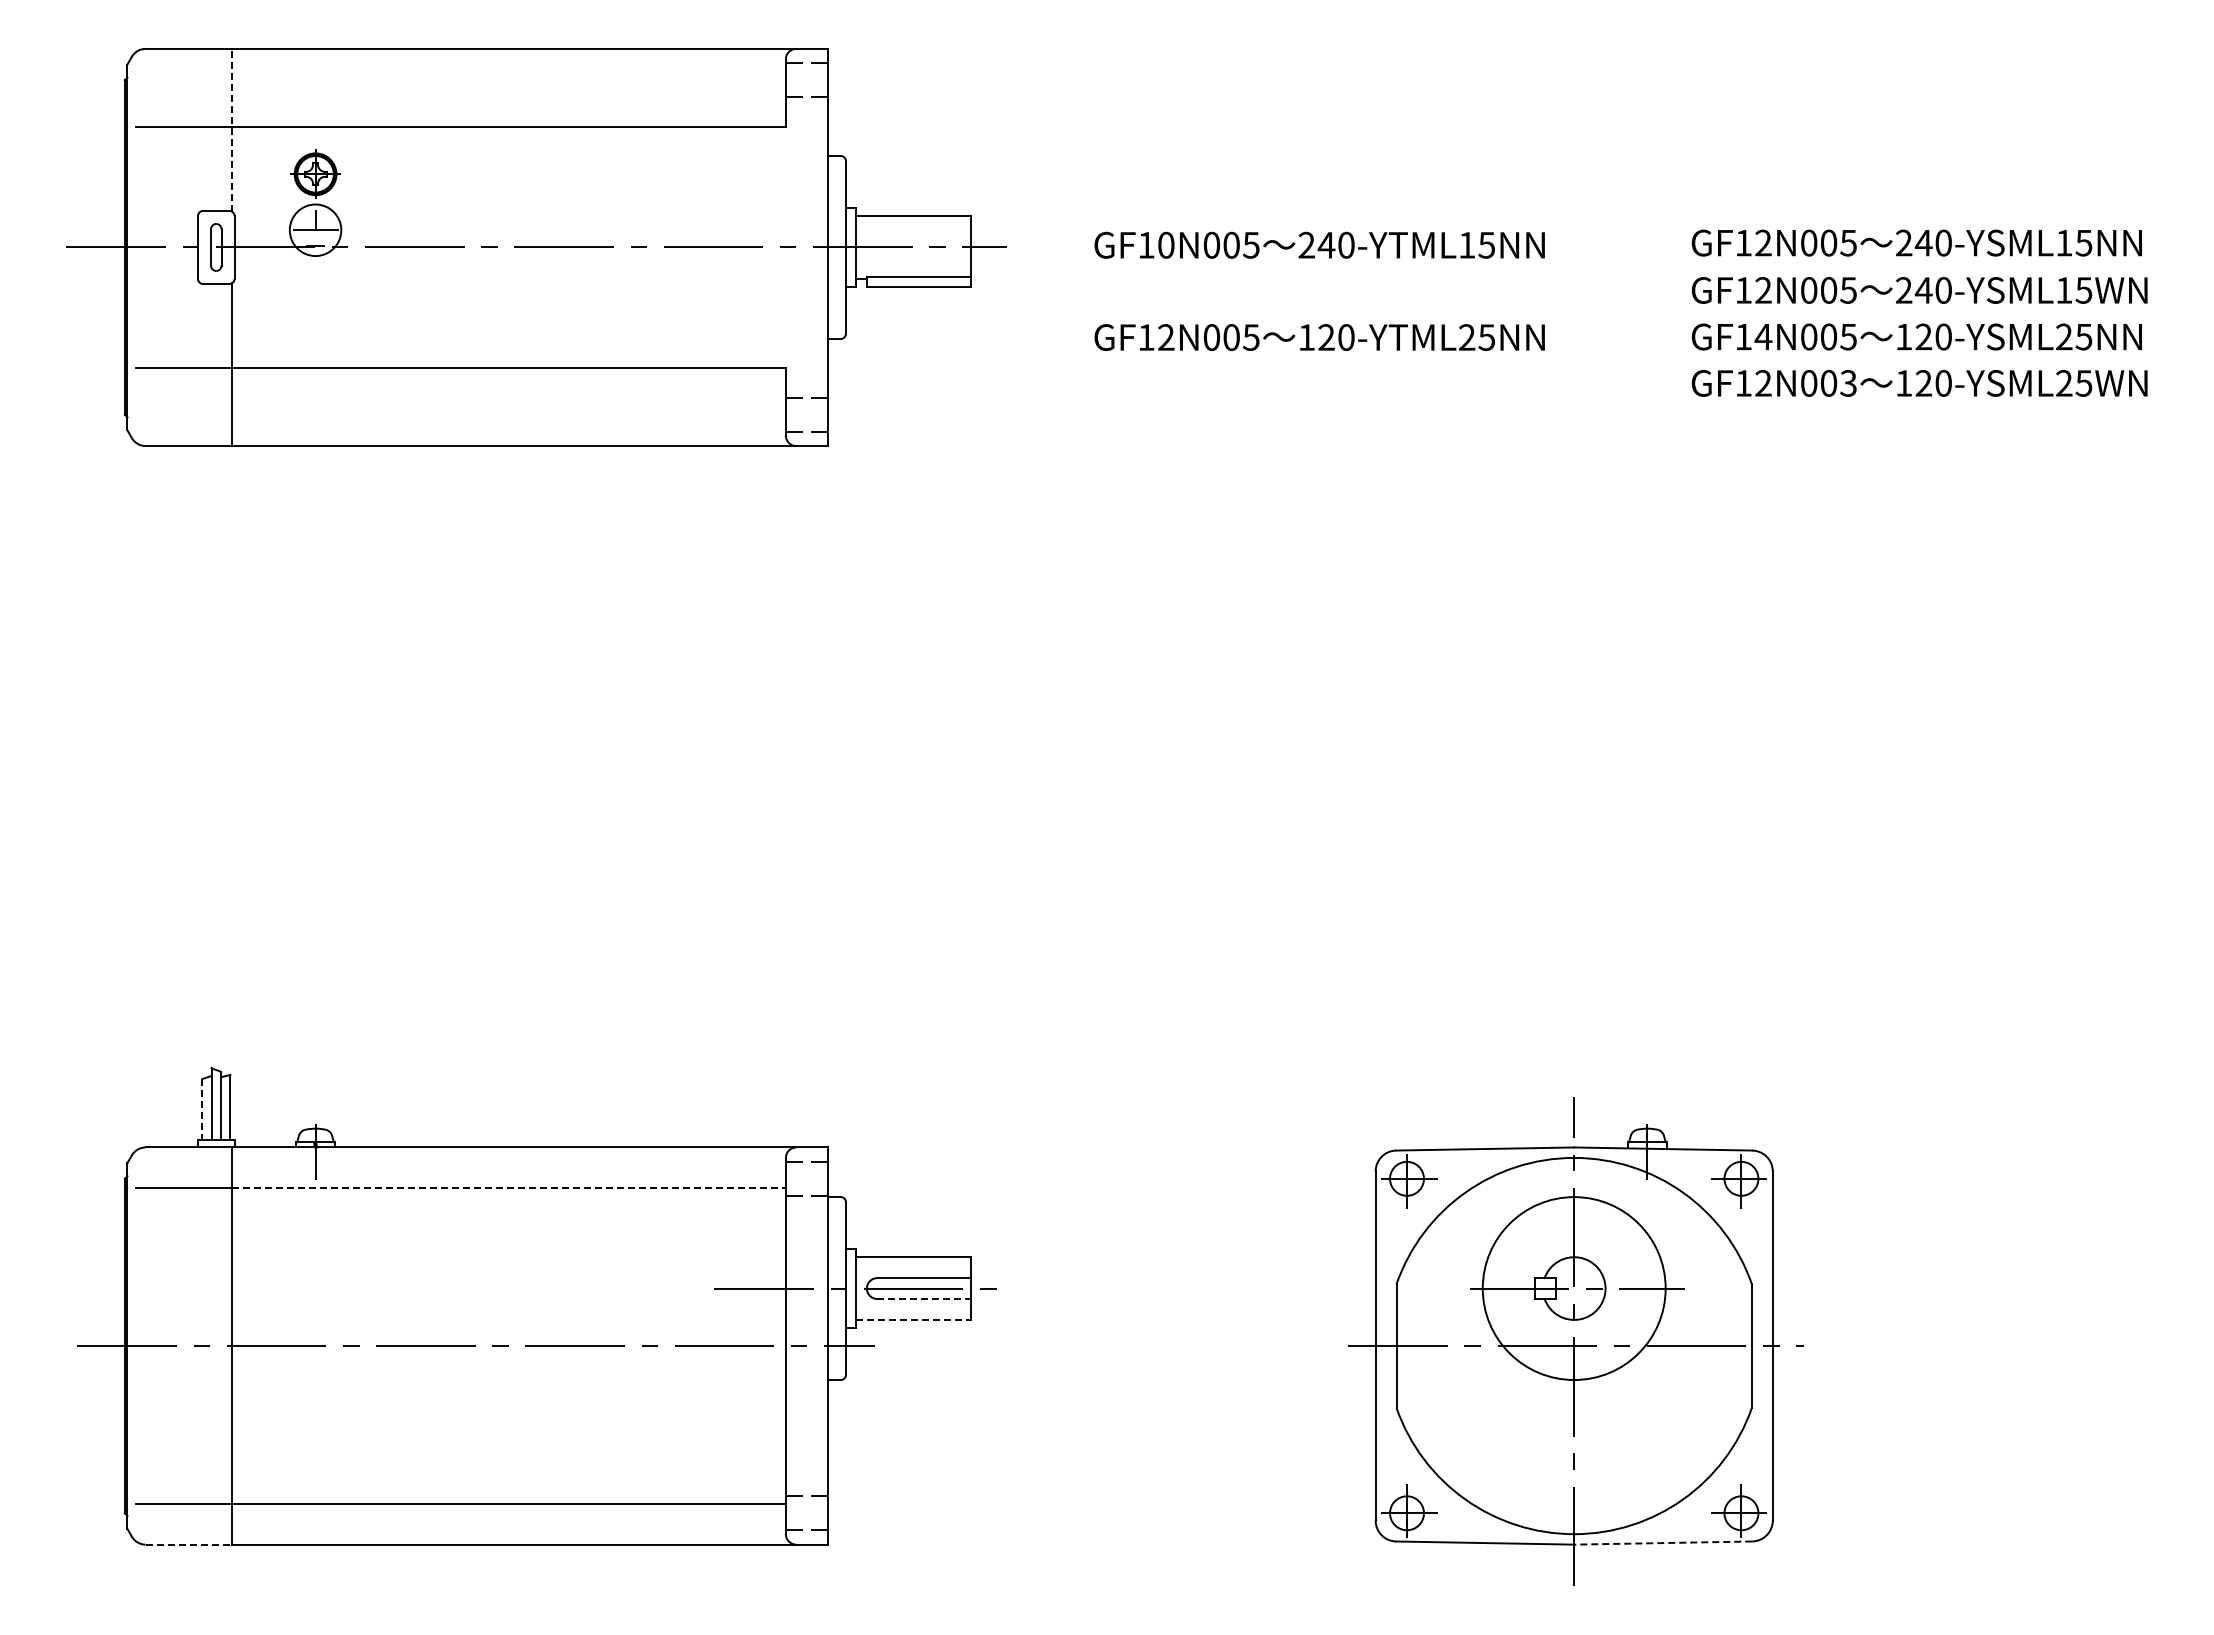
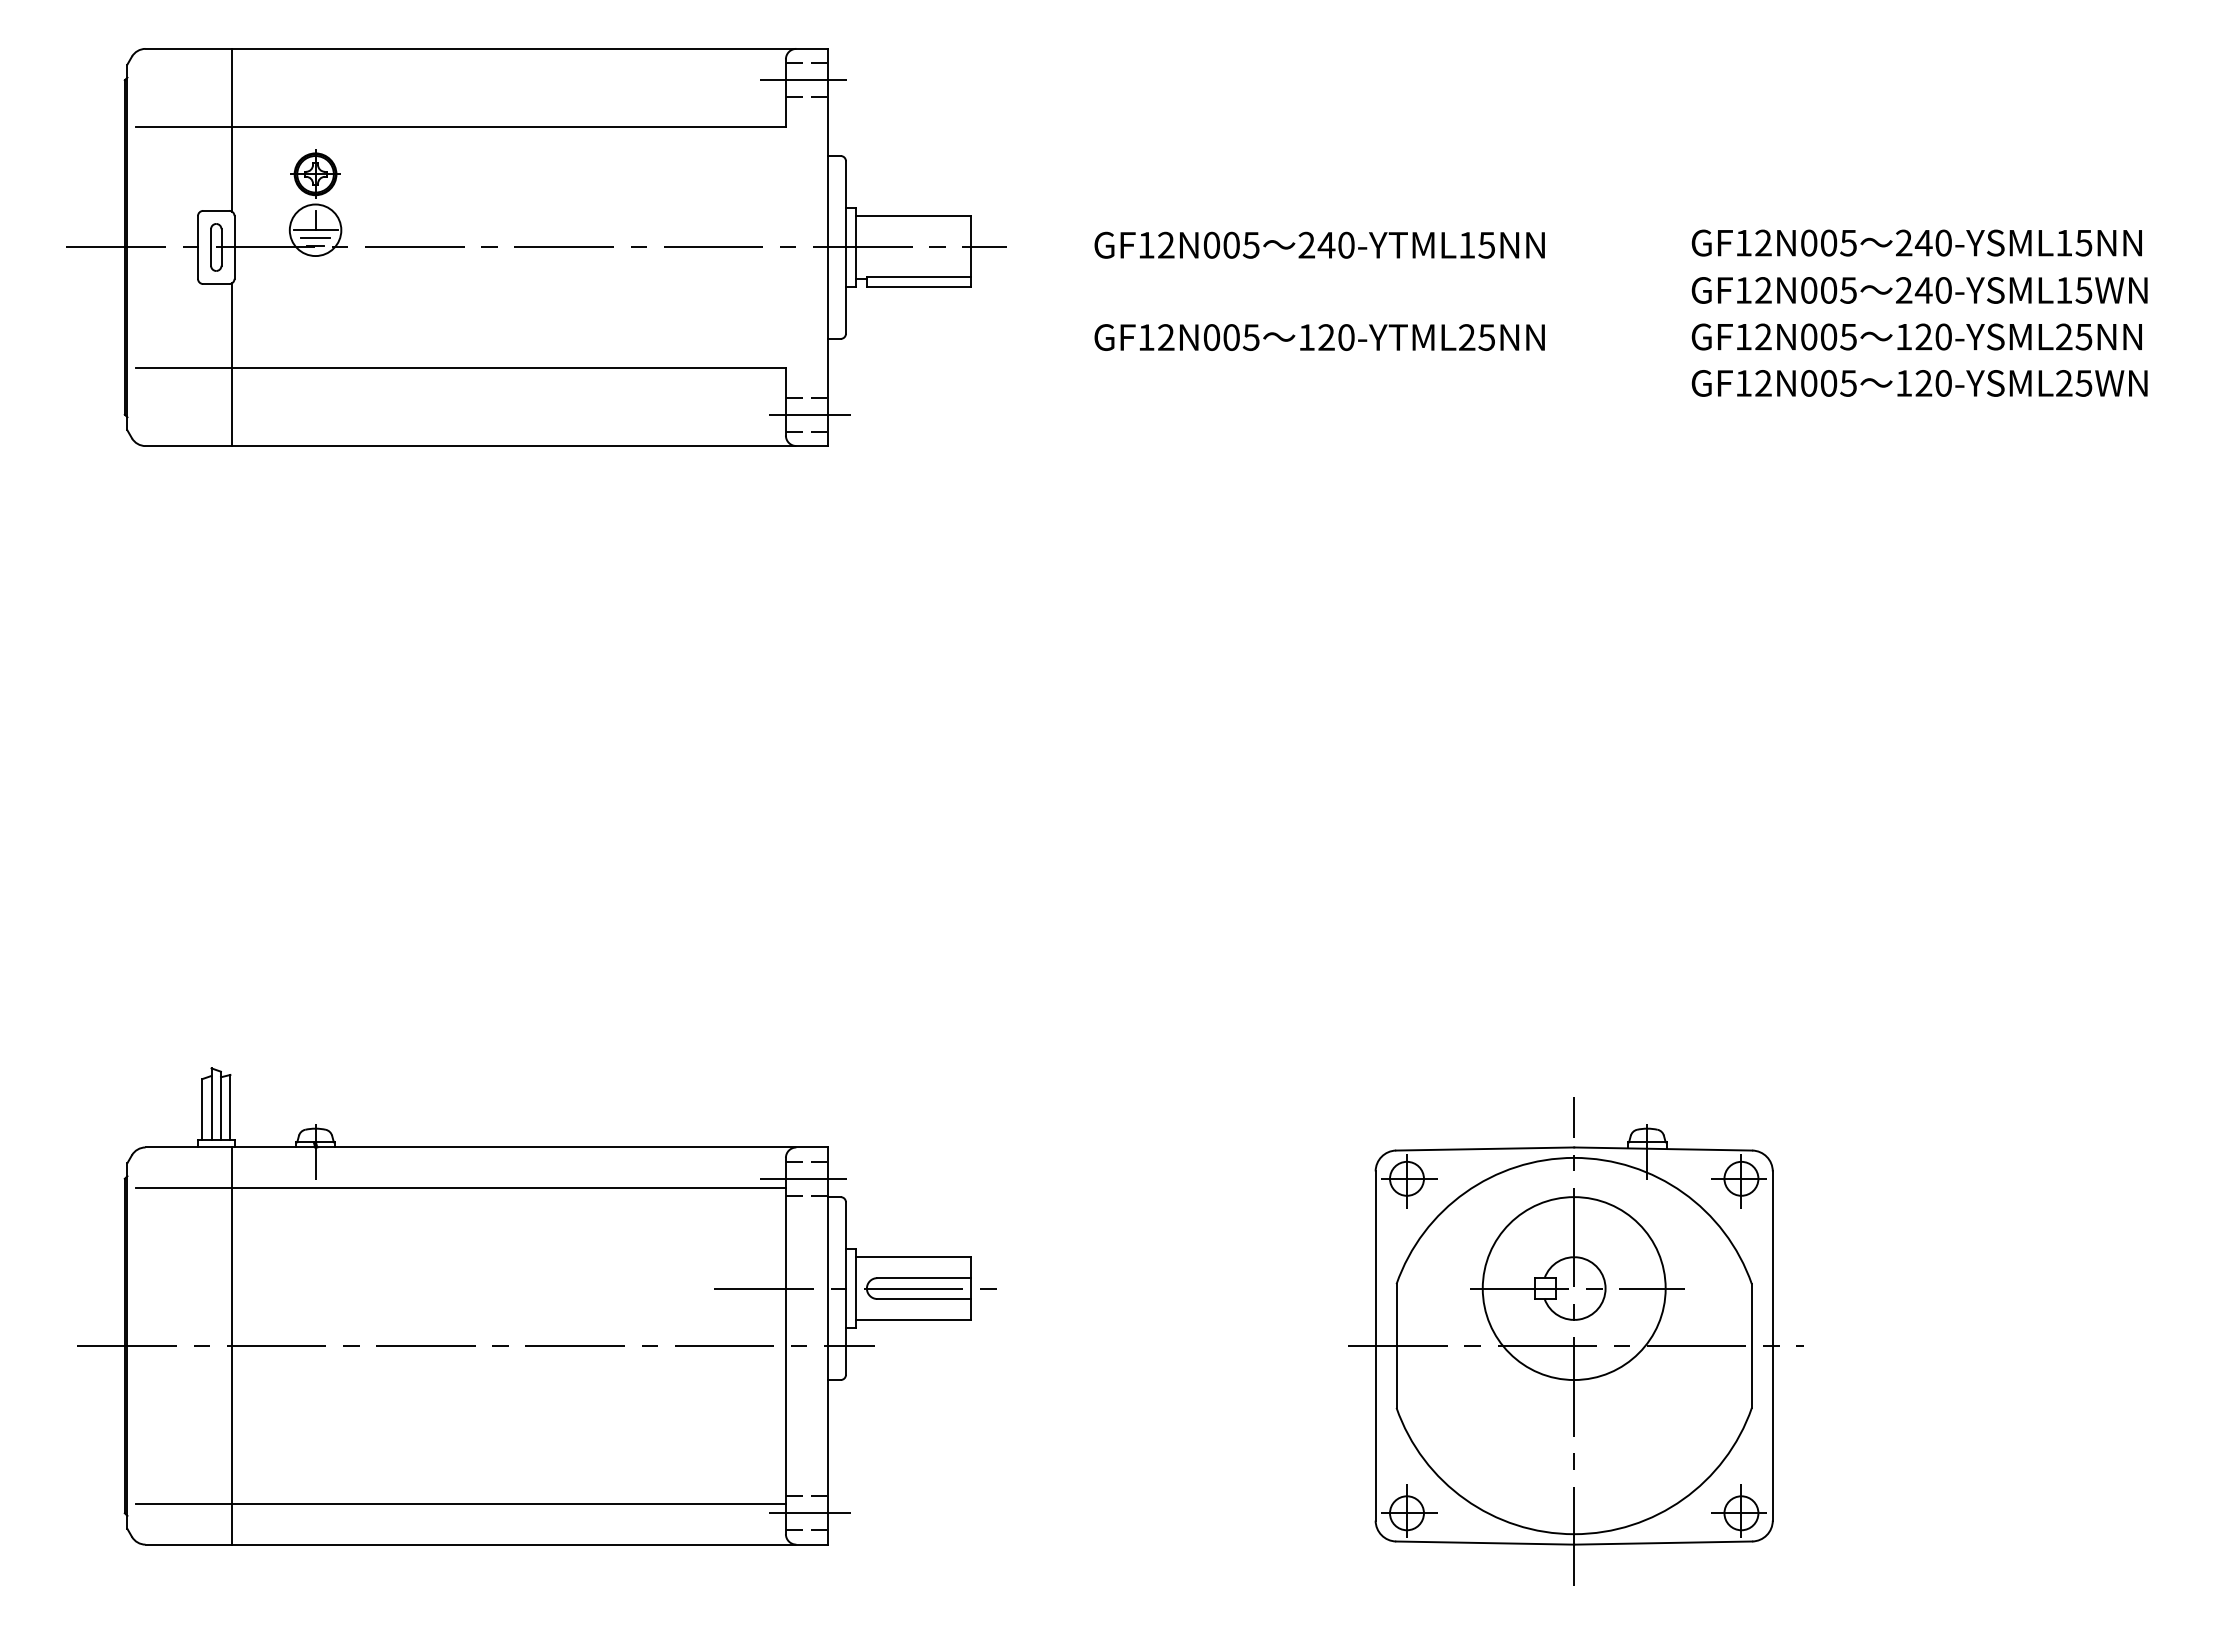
line at (803, 80): none -> present
line at (231, 129): dashed -> solid
line at (315, 238): none -> present
text at (1166, 244): GF10N005 -> GF12N005
text at (1763, 336): GF14N005 -> GF12N005
text at (1848, 383): GF12N003 -> GF12N005
line at (809, 414): none -> present
line at (202, 1109): dashed -> solid
line at (803, 1178): none -> present
line at (508, 1187): dashed -> solid
line at (924, 1299): dashed -> solid
line at (914, 1319): dashed -> solid
line at (809, 1513): none -> present
line at (1662, 1543): dashed -> solid
line at (189, 1544): dashed -> solid
